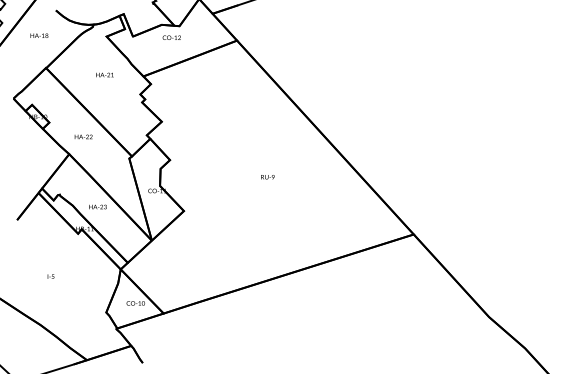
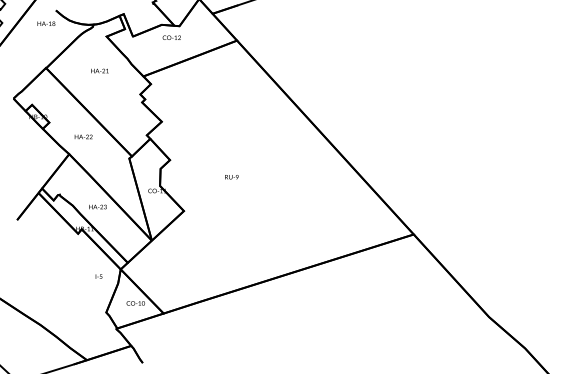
text at (39, 35) position: (39, 35) -> (46, 23)
text at (104, 74) position: (104, 74) -> (99, 70)
text at (267, 177) position: (267, 177) -> (231, 177)
text at (50, 276) position: (50, 276) -> (98, 276)
